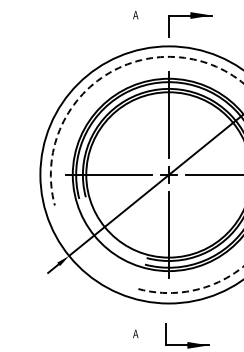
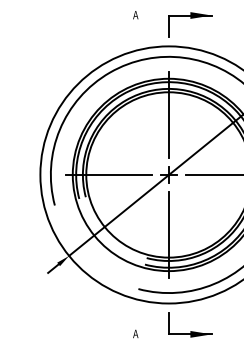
arc at (157, 57): dashed -> solid
part at (187, 342) position: (187, 342) -> (190, 331)
